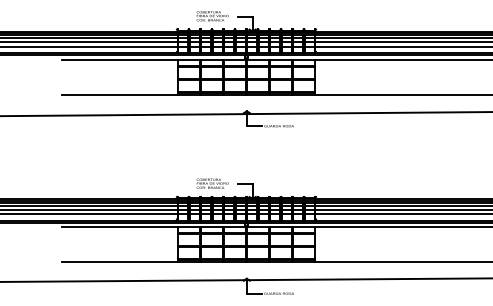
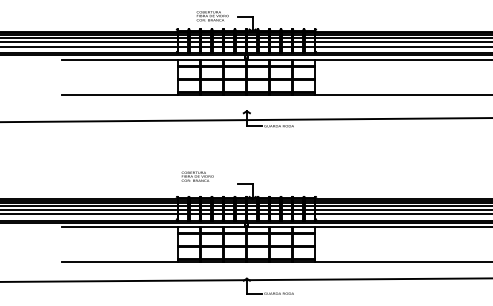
line at (245, 114) position: (245, 114) -> (245, 120)
text at (212, 183) position: (212, 183) -> (197, 176)
